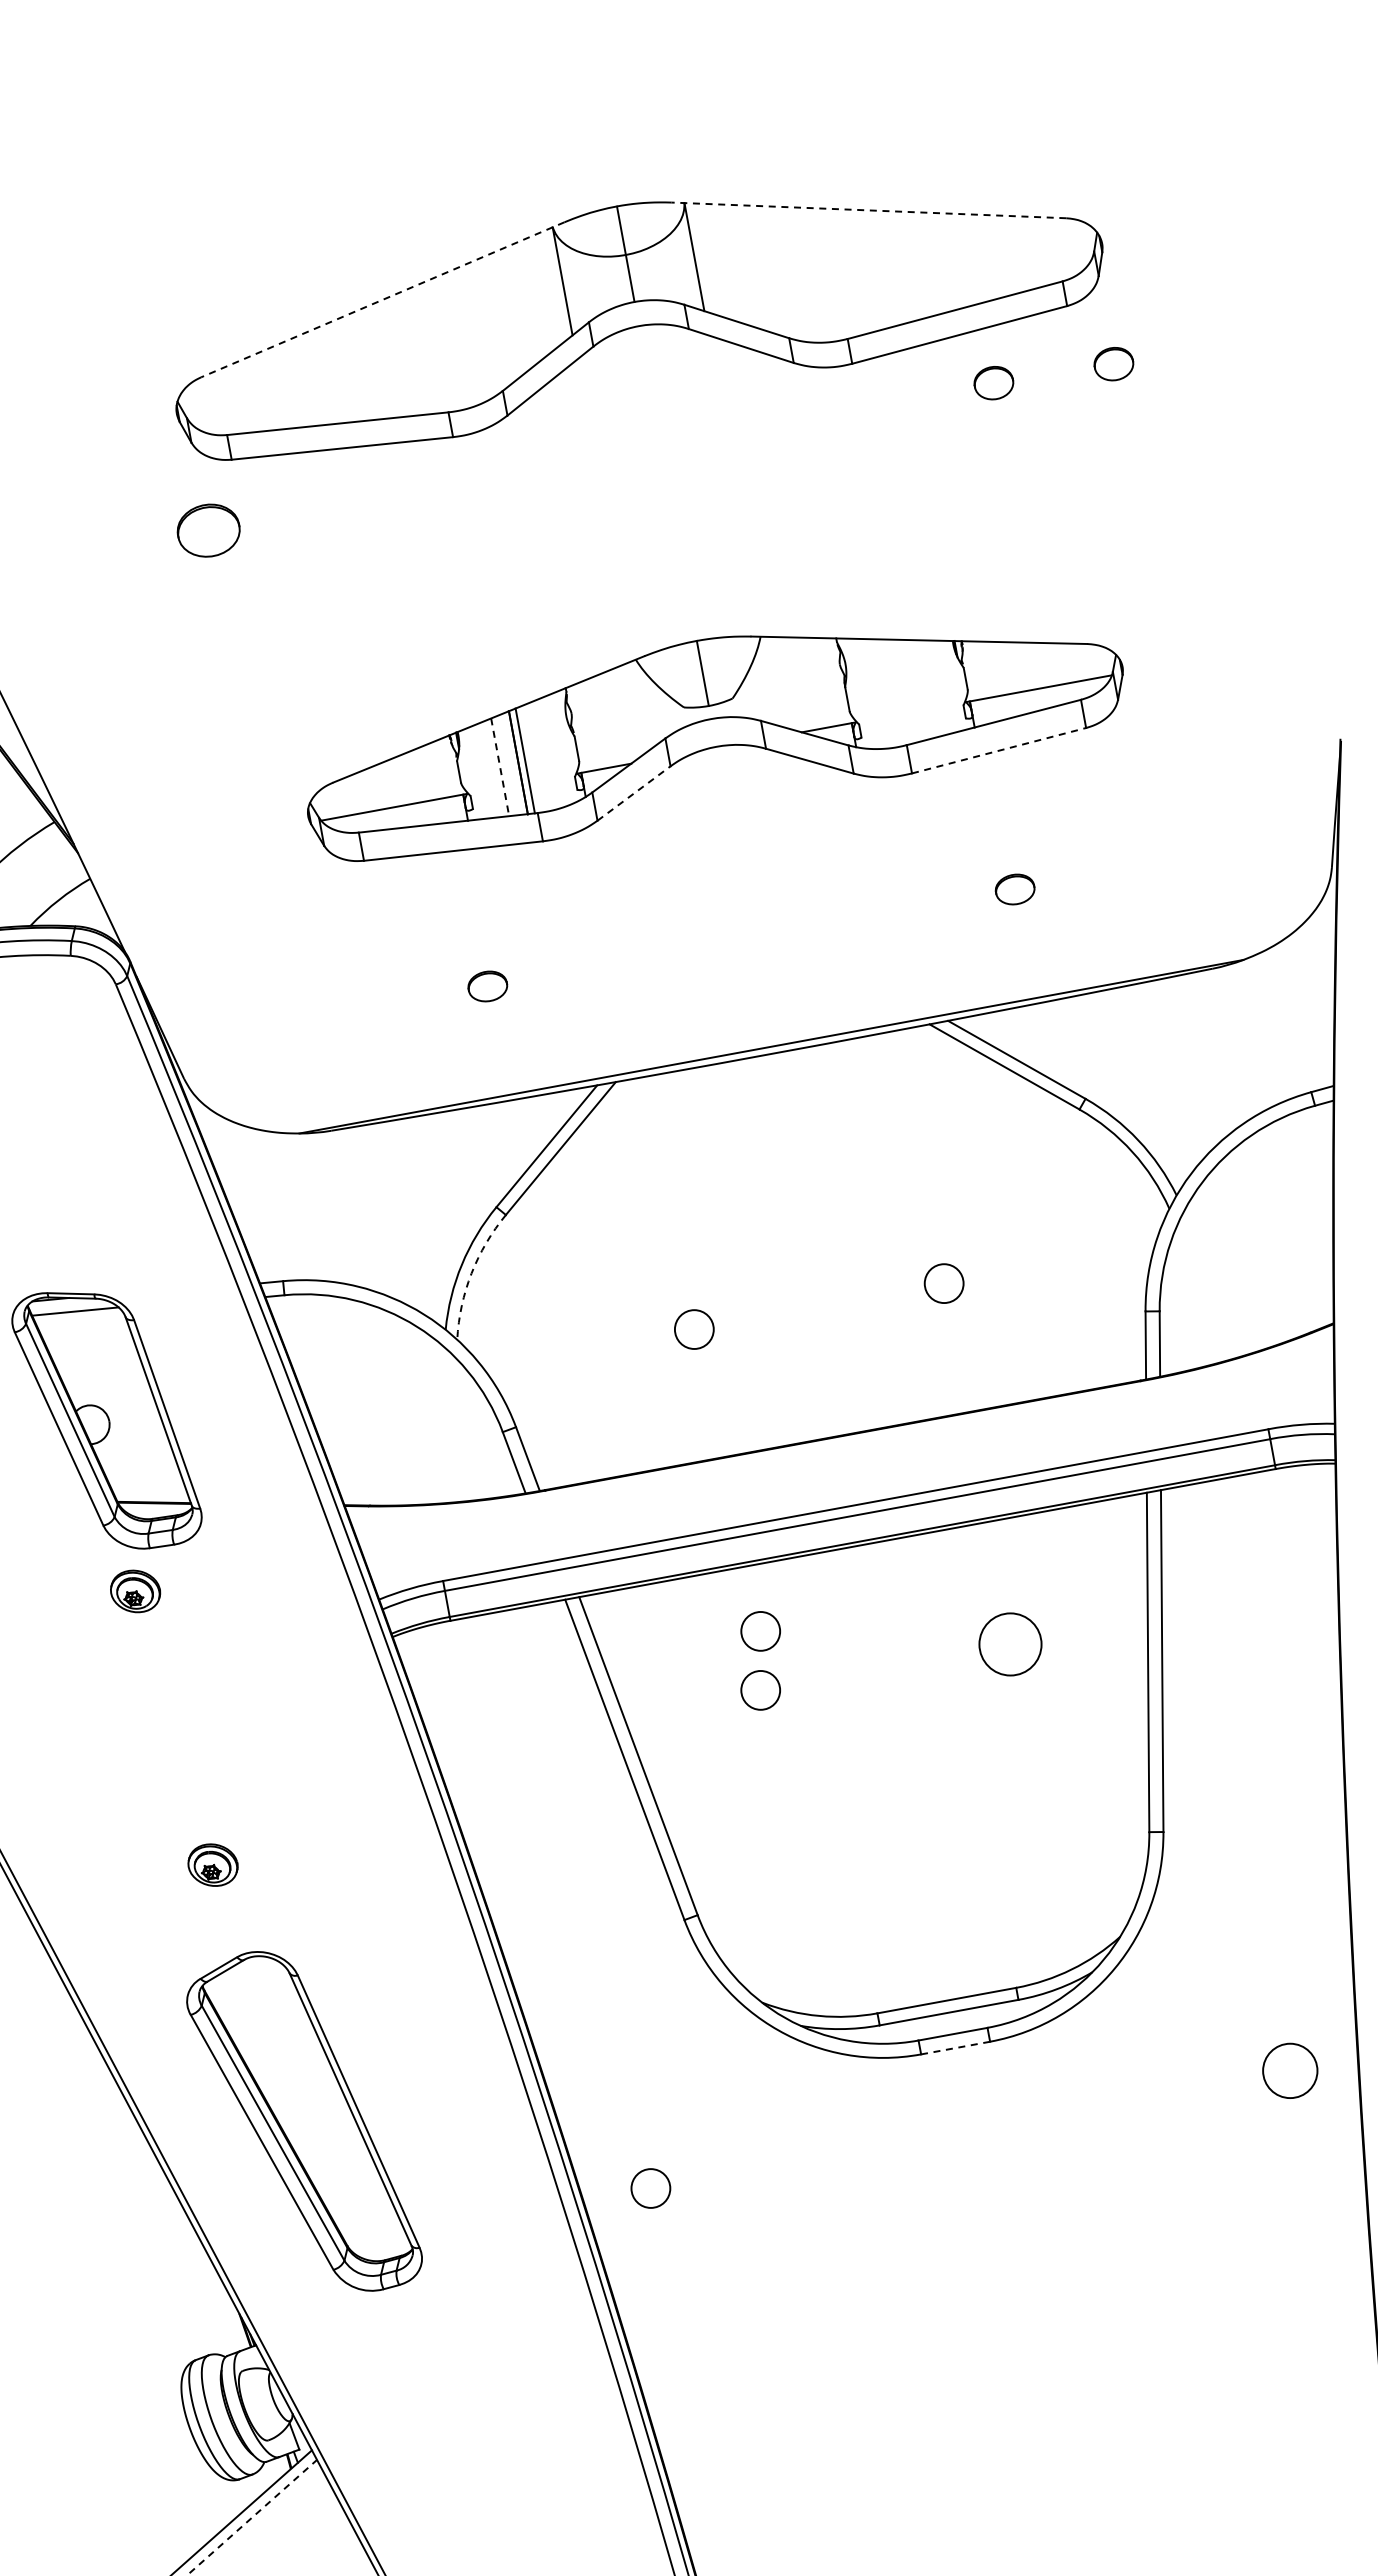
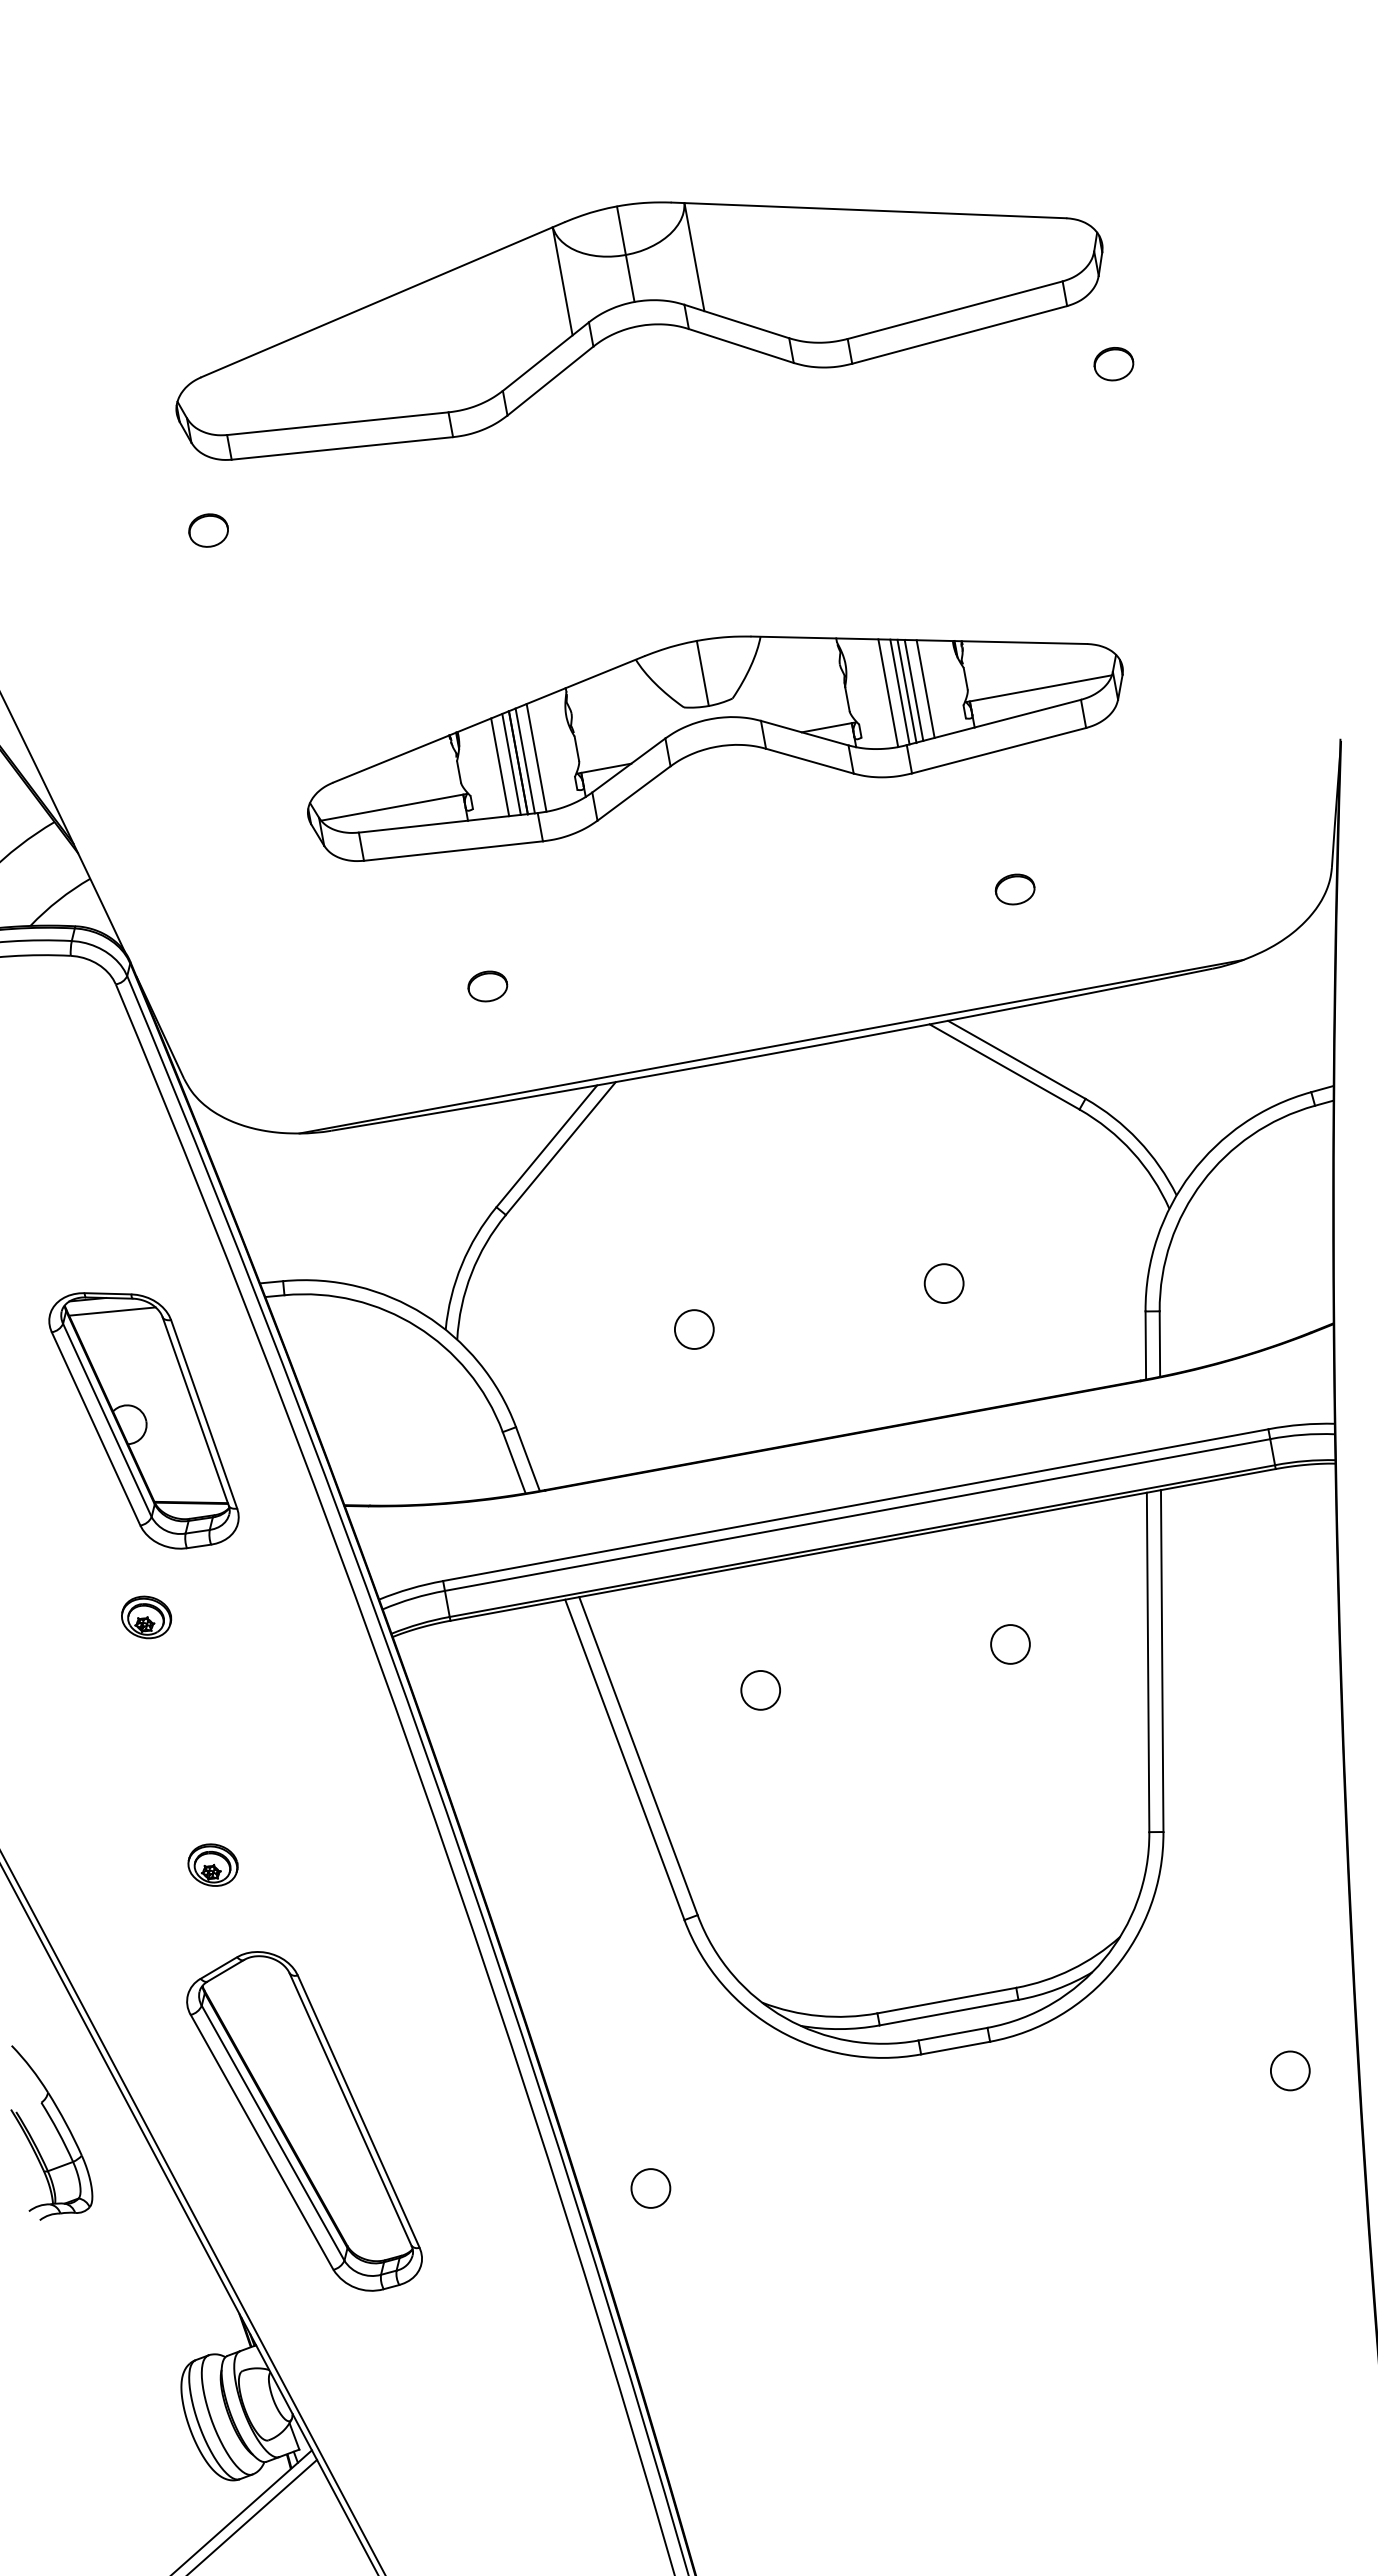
line at (868, 210): dashed -> solid
line at (382, 299): dashed -> solid
part at (993, 383): present -> none
part at (208, 530) size: 65x55 px -> 41x35 px
line at (925, 688): none -> present
line at (913, 689): none -> present
line at (899, 691): none -> present
line at (906, 691): none -> present
line at (888, 693): none -> present
line at (999, 750): dashed -> solid
line at (536, 757): none -> present
line at (511, 763): none -> present
line at (500, 767): dashed -> solid
line at (634, 793): dashed -> solid
arc at (471, 1273): dashed -> solid
part at (106, 1420) position: (106, 1420) -> (143, 1420)
part at (135, 1591) position: (135, 1591) -> (146, 1617)
circle at (760, 1631): present -> none
circle at (1010, 1644) diameter: 62 px -> 39 px
line at (955, 2048): dashed -> solid
circle at (1290, 2070) size: 57x57 px -> 41x42 px
part at (51, 2132): none -> present
line at (252, 2517): dashed -> solid
